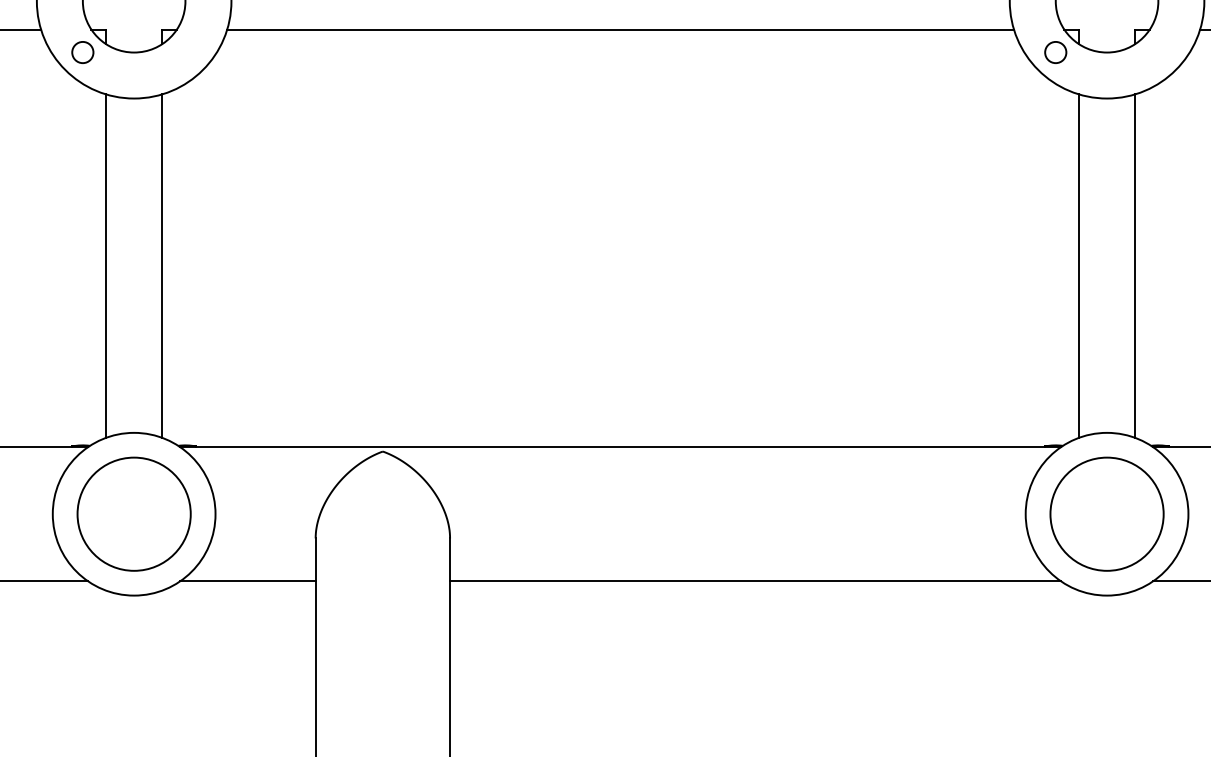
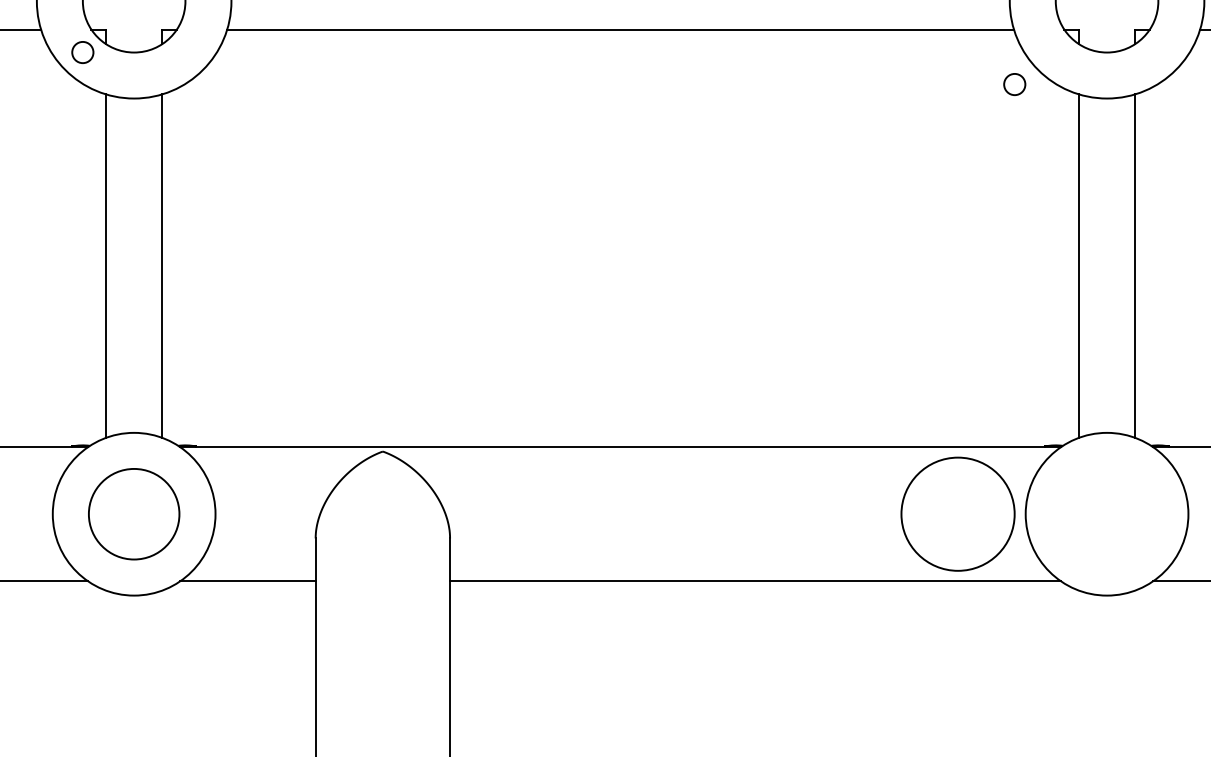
circle at (1055, 52) position: (1055, 52) -> (1014, 84)
circle at (133, 513) diameter: 113 px -> 91 px
circle at (1106, 513) position: (1106, 513) -> (957, 513)
